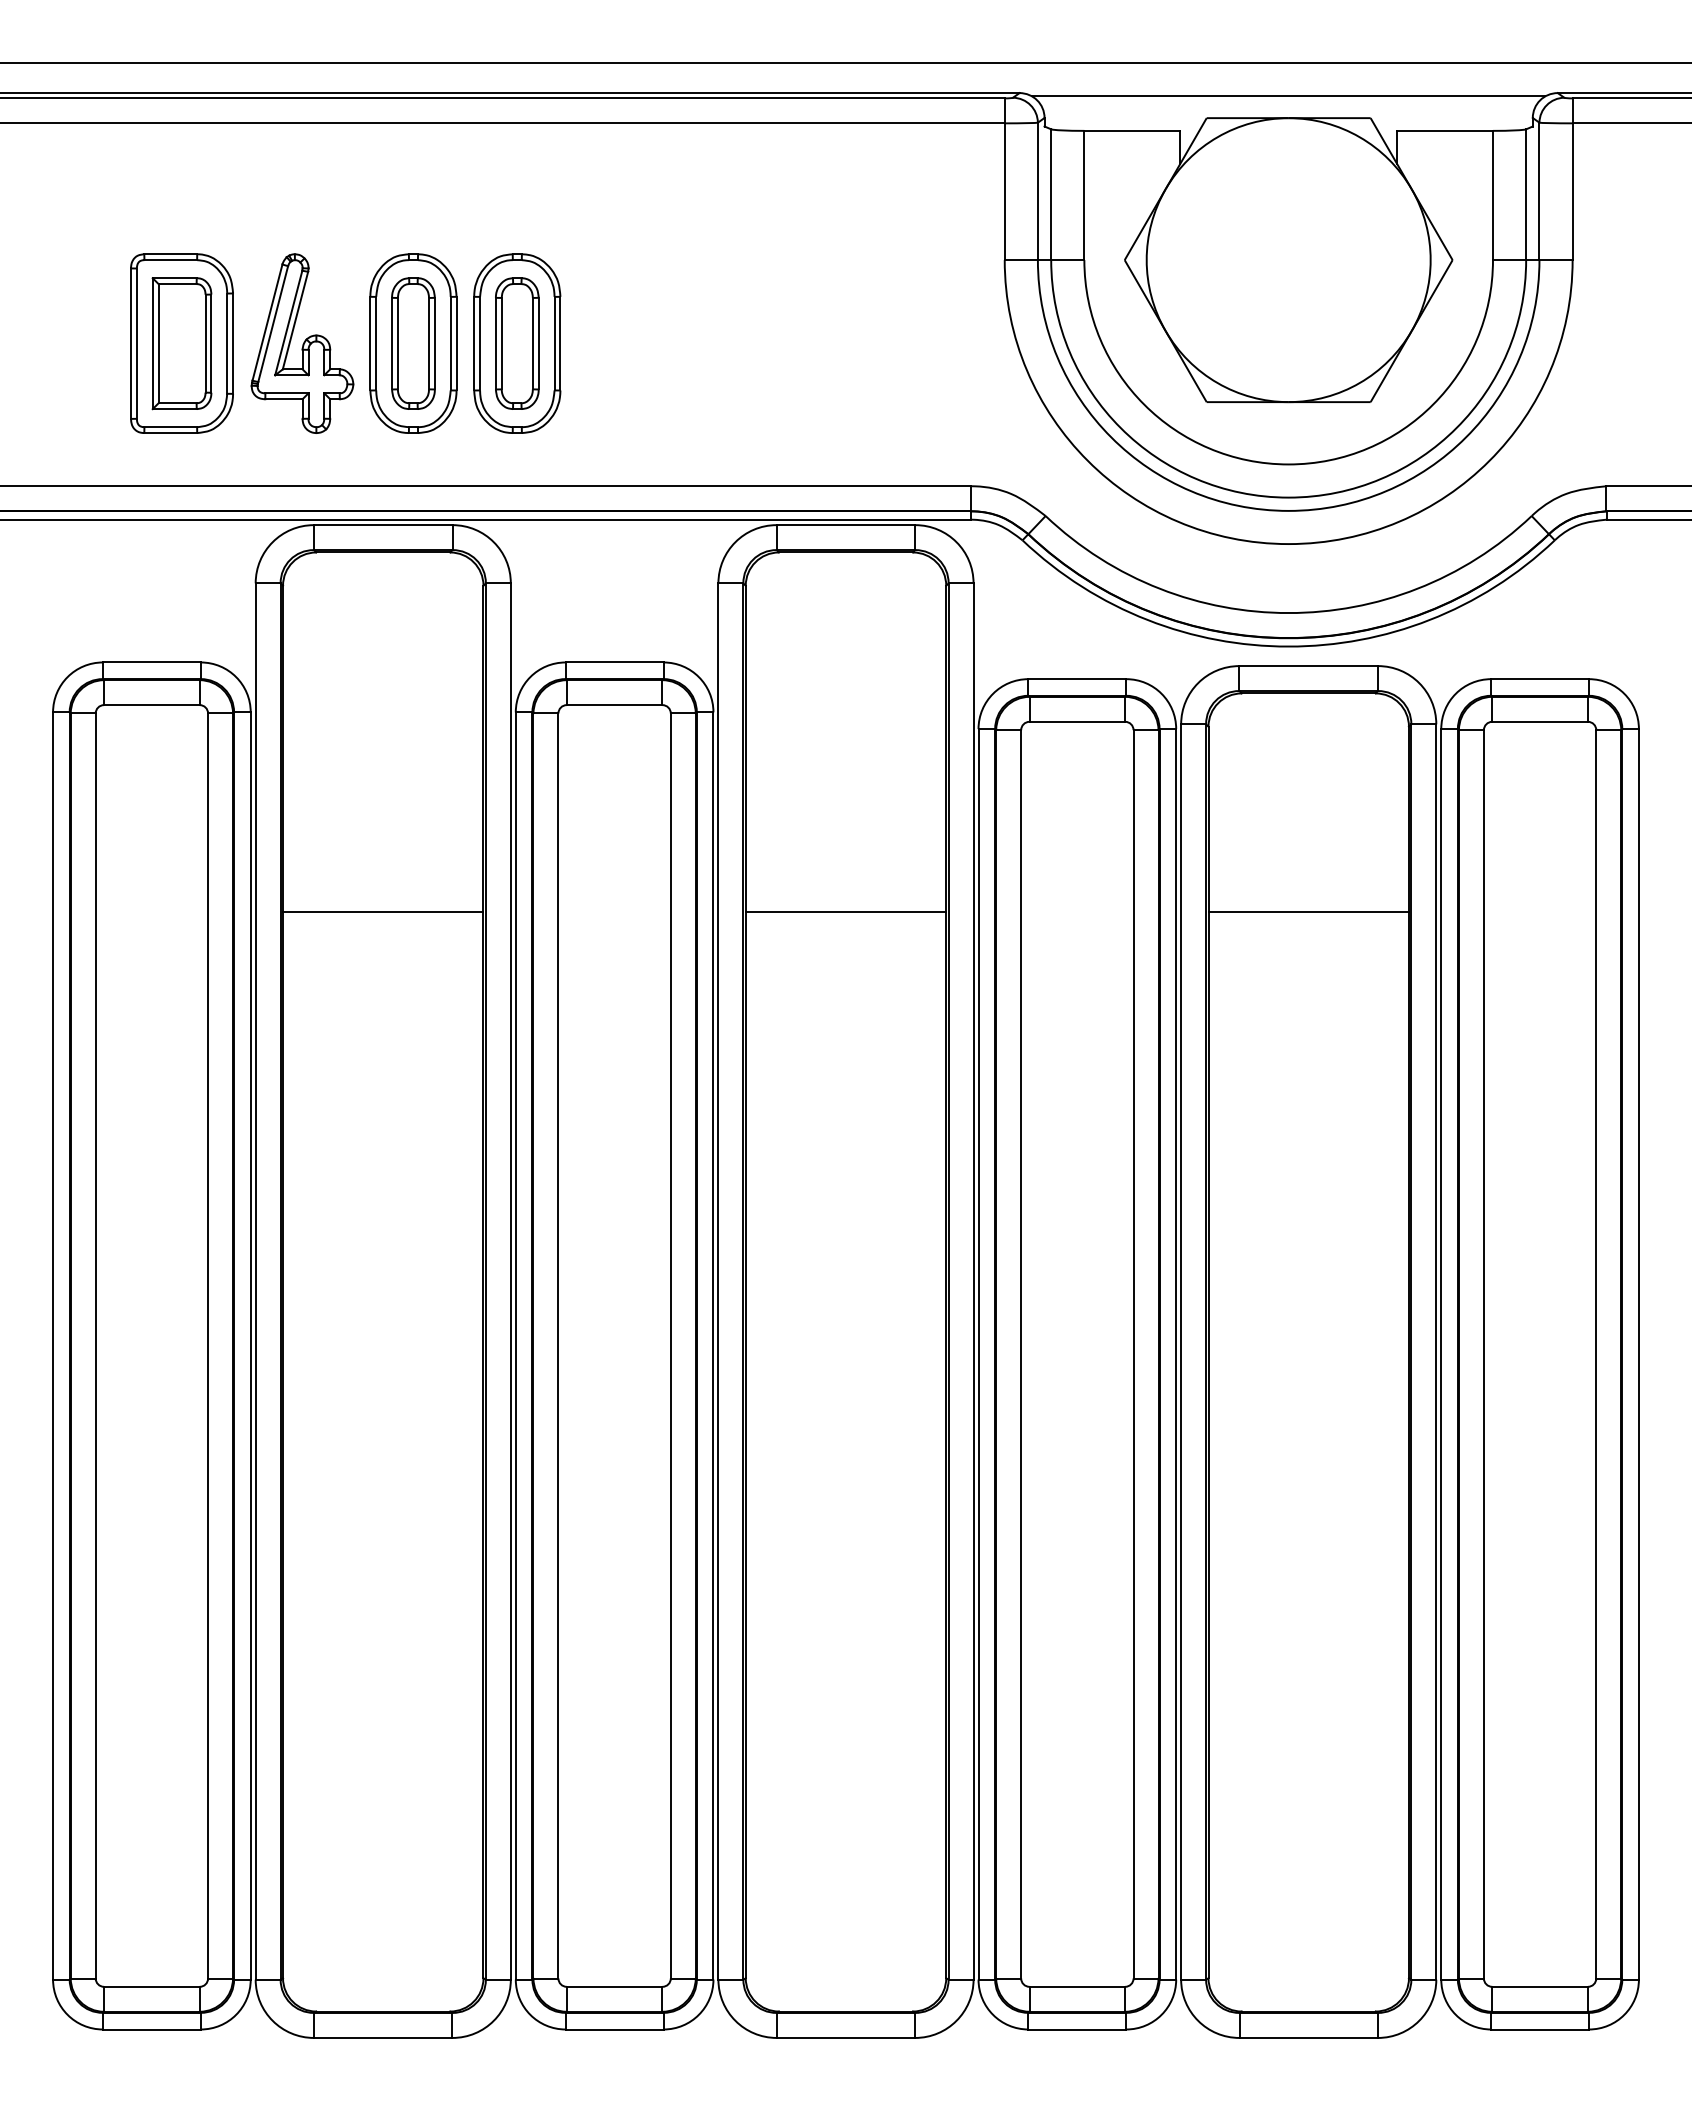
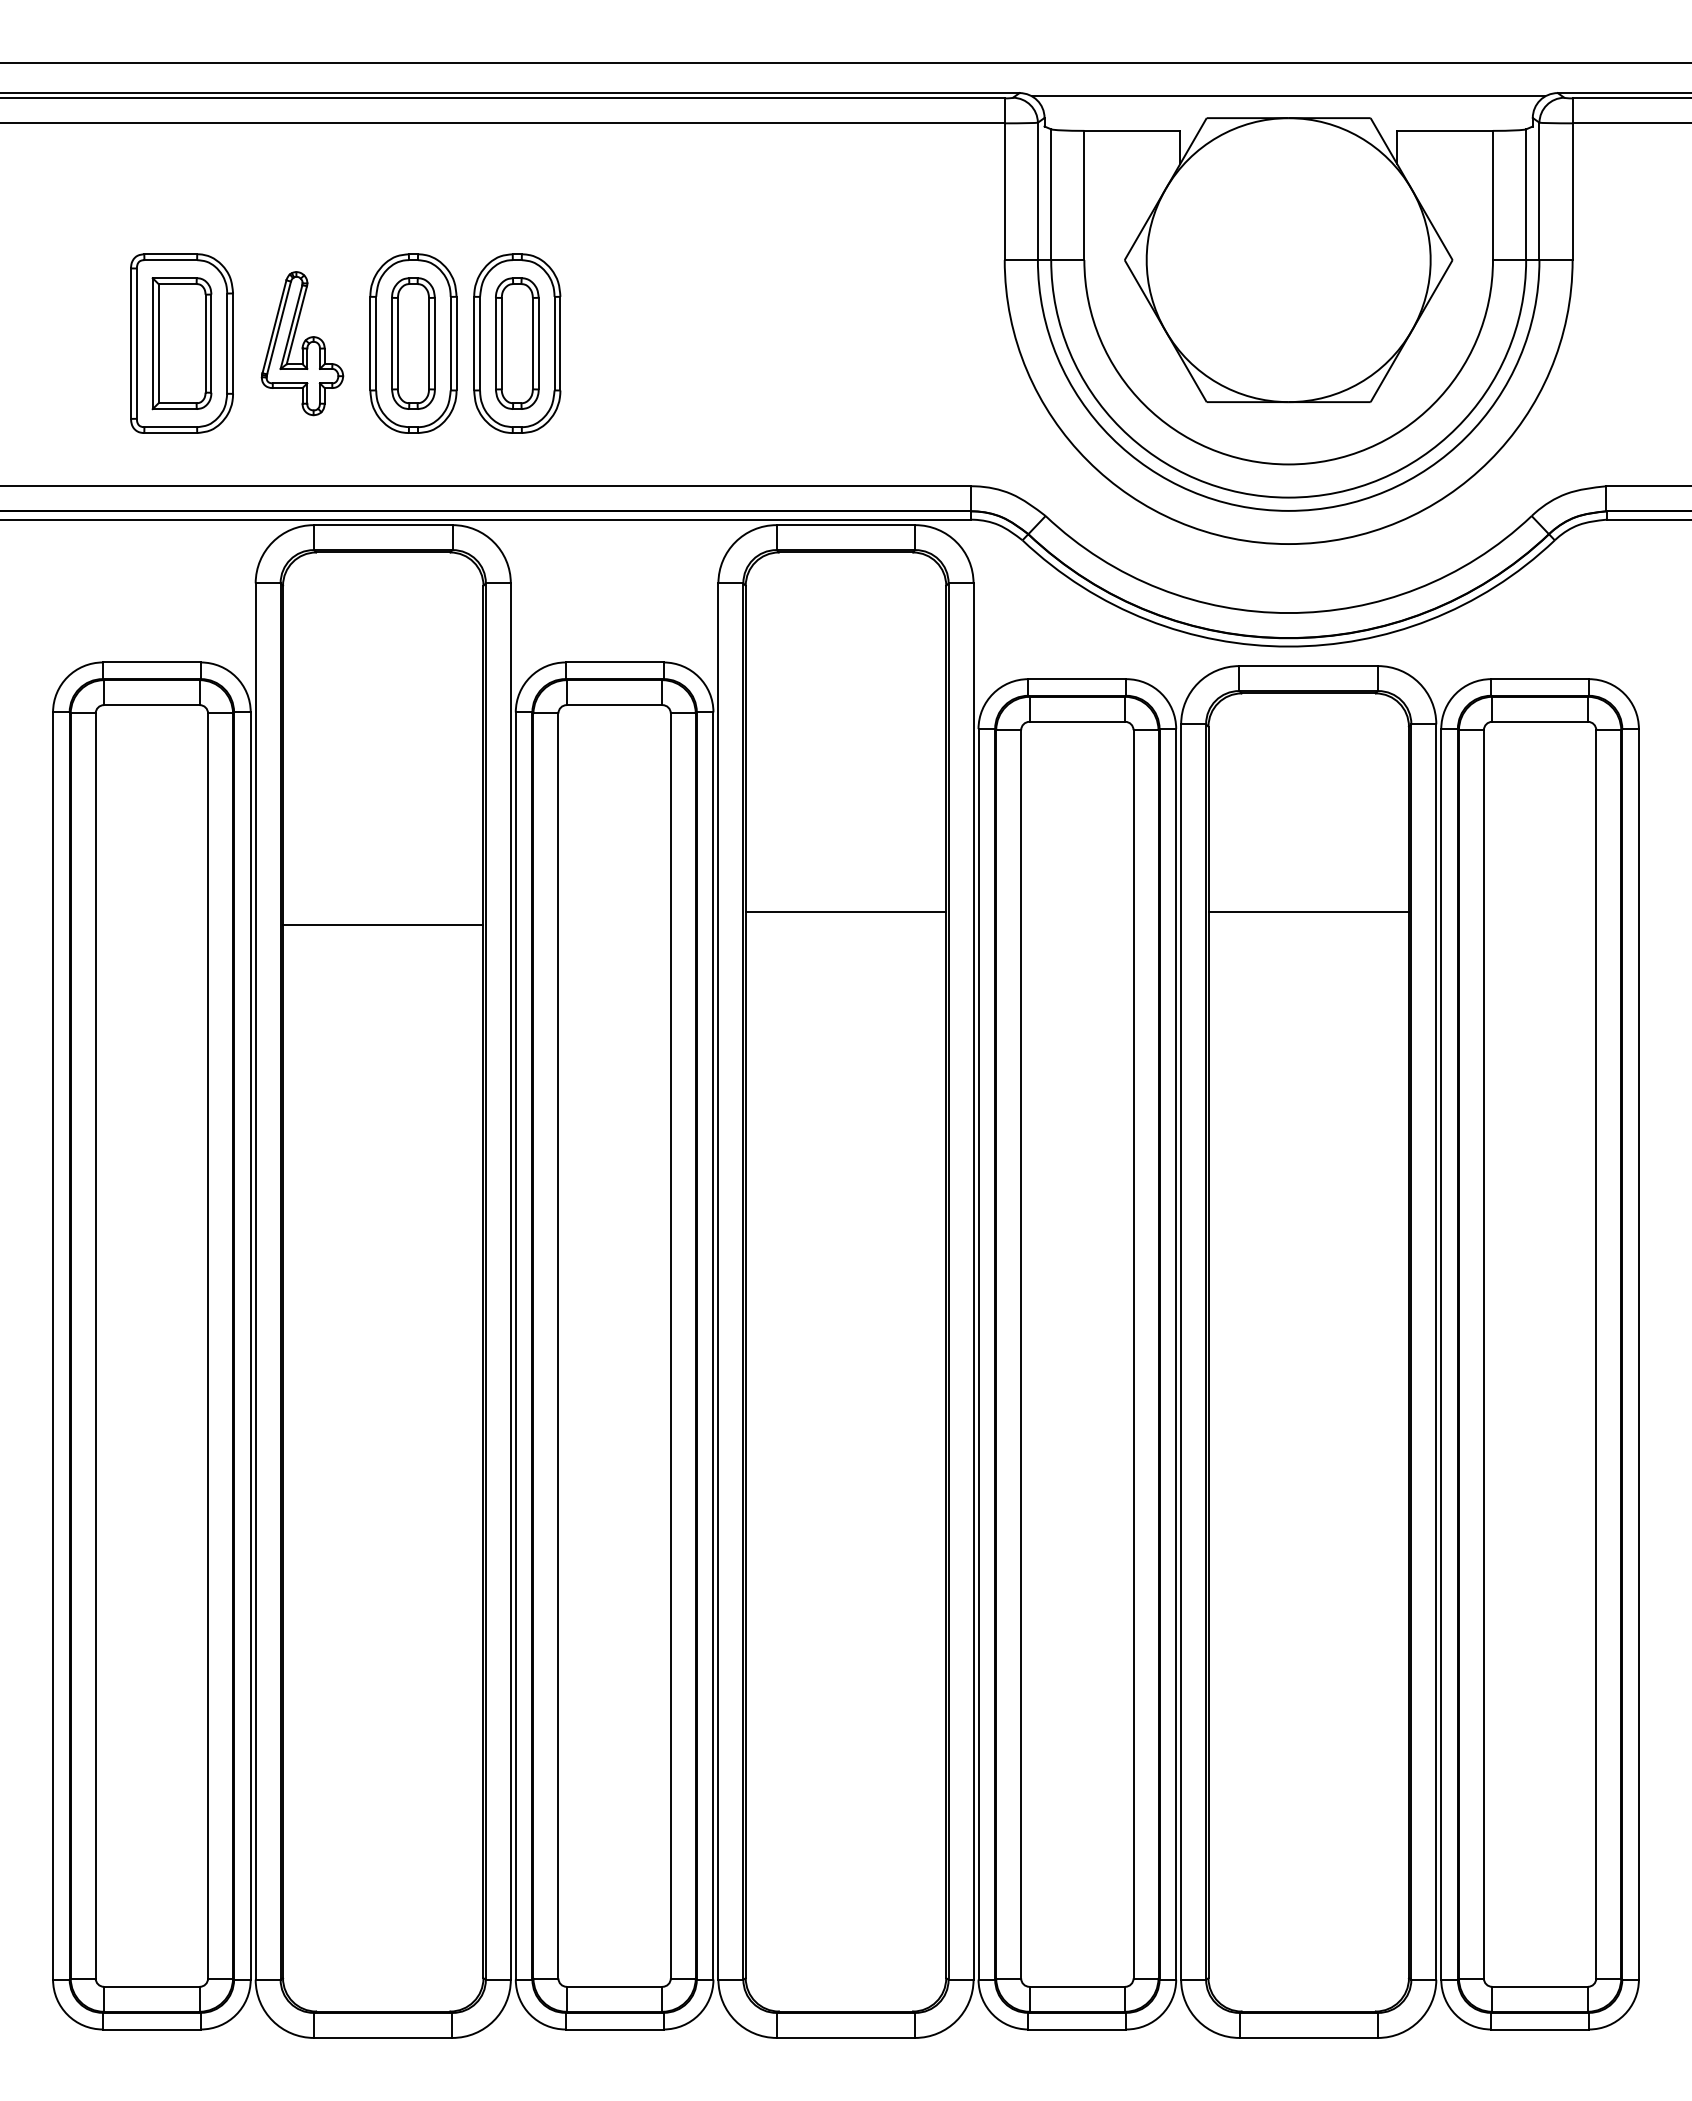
part at (302, 343) size: 105x181 px -> 85x146 px
line at (383, 911) position: (383, 911) -> (383, 924)
